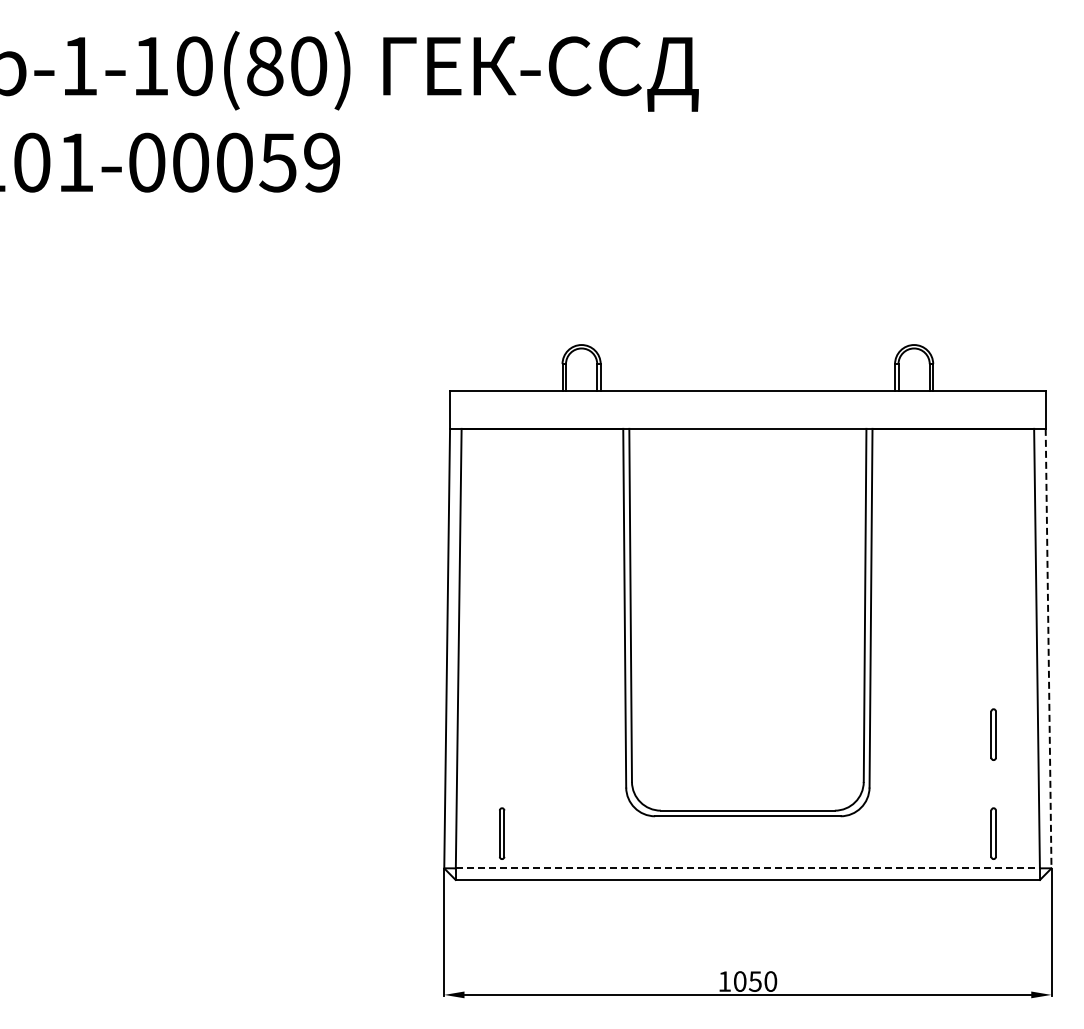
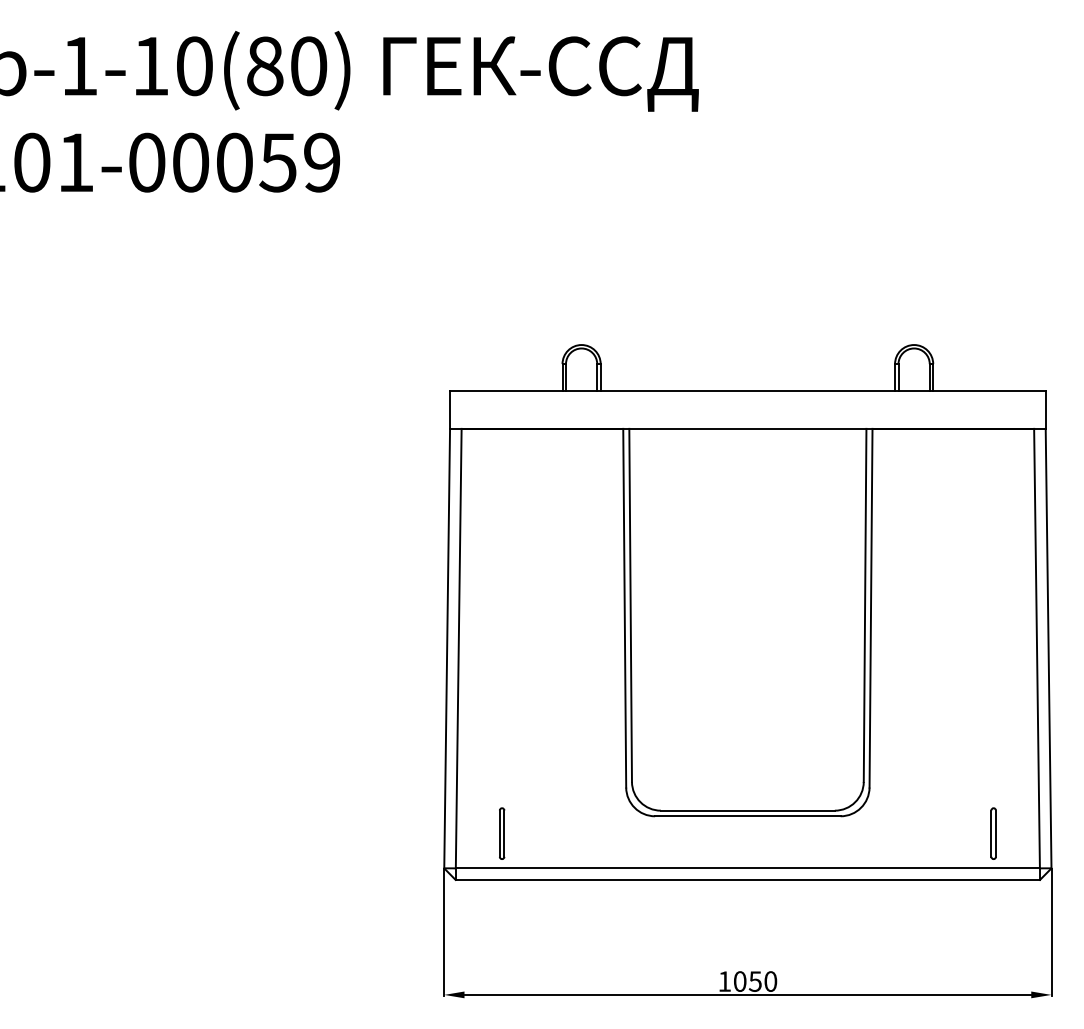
line at (1048, 648): dashed -> solid
part at (993, 734): present -> none
line at (748, 868): dashed -> solid
